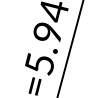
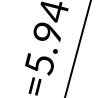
line at (70, 48) position: (70, 48) -> (77, 48)
